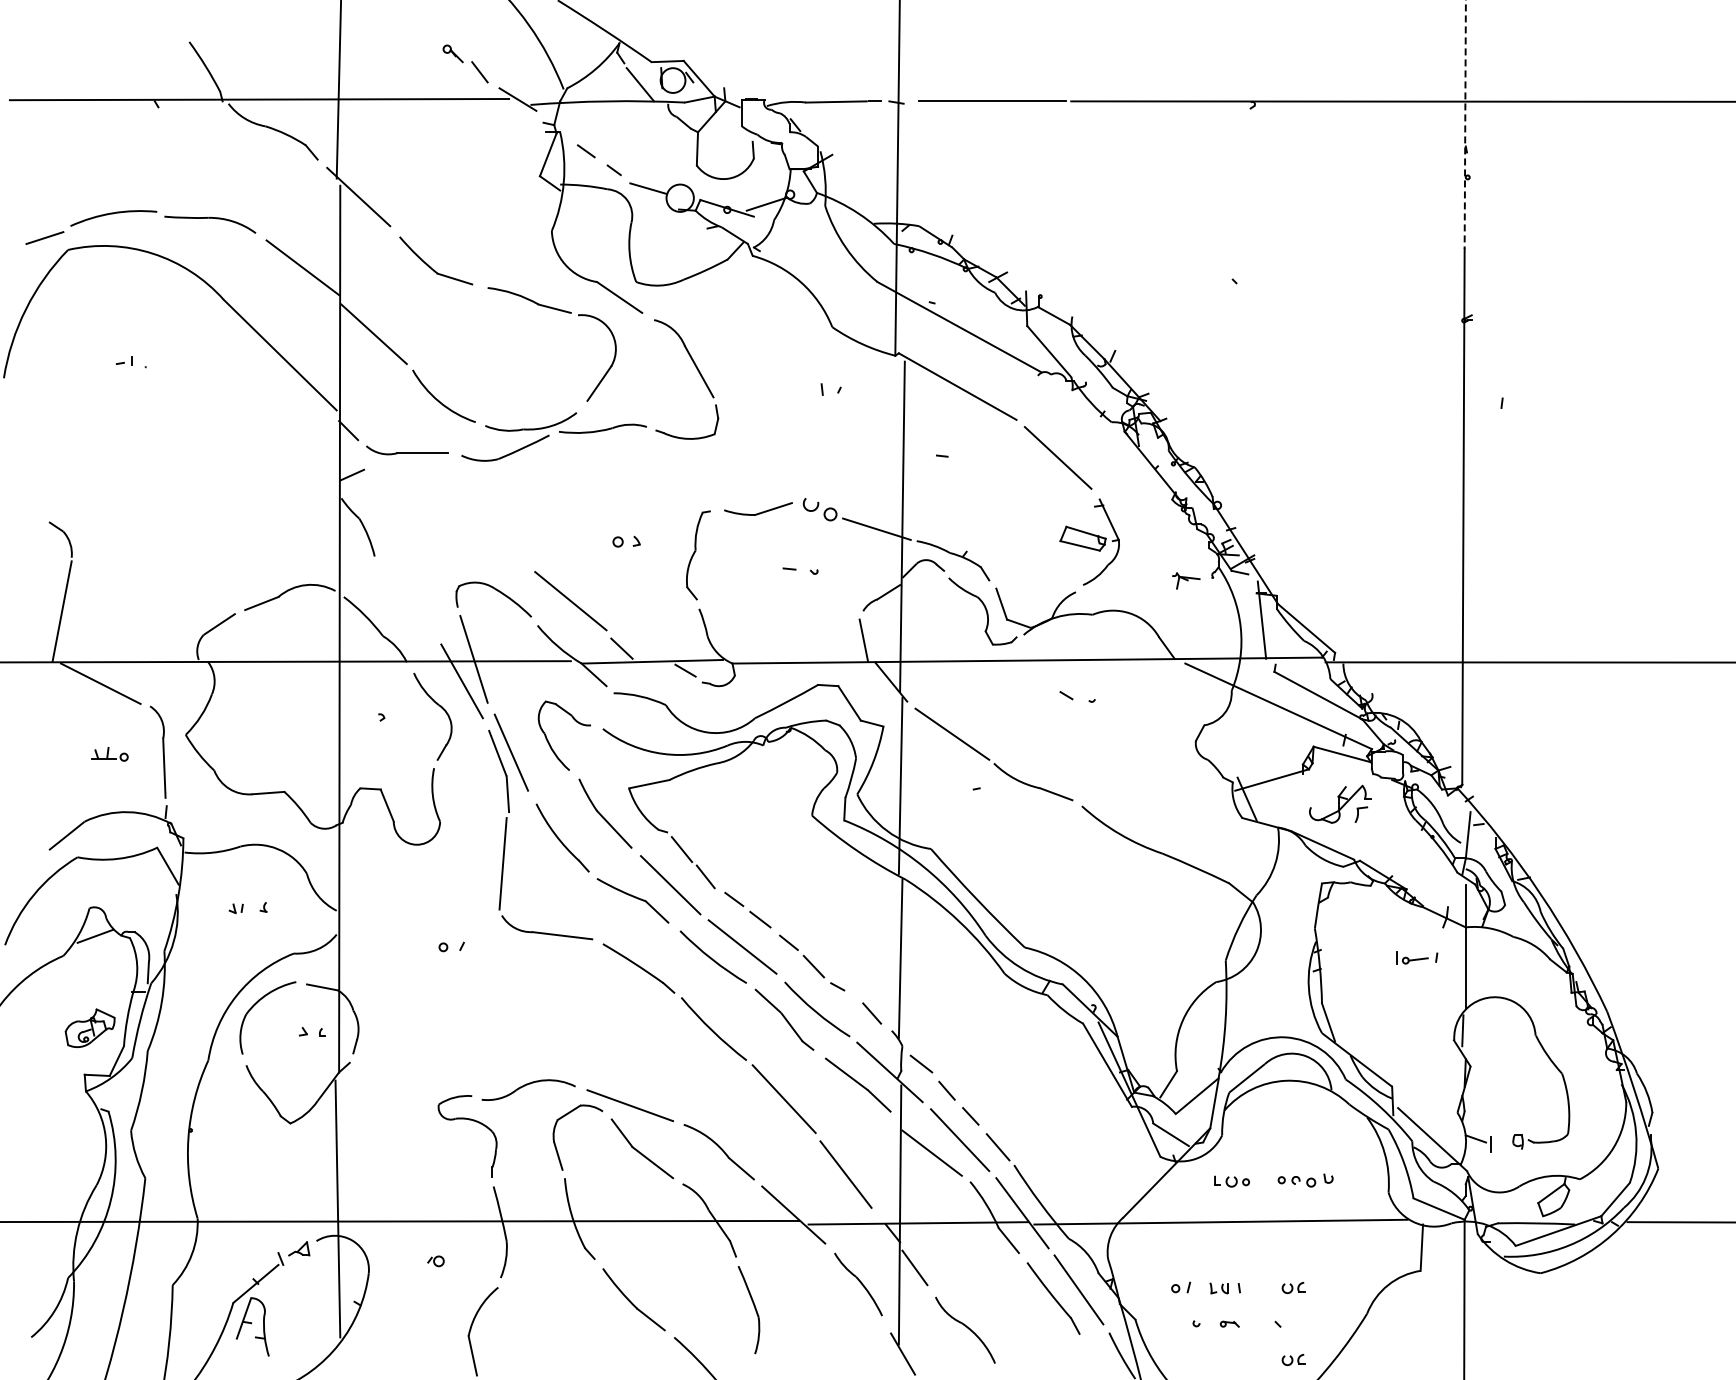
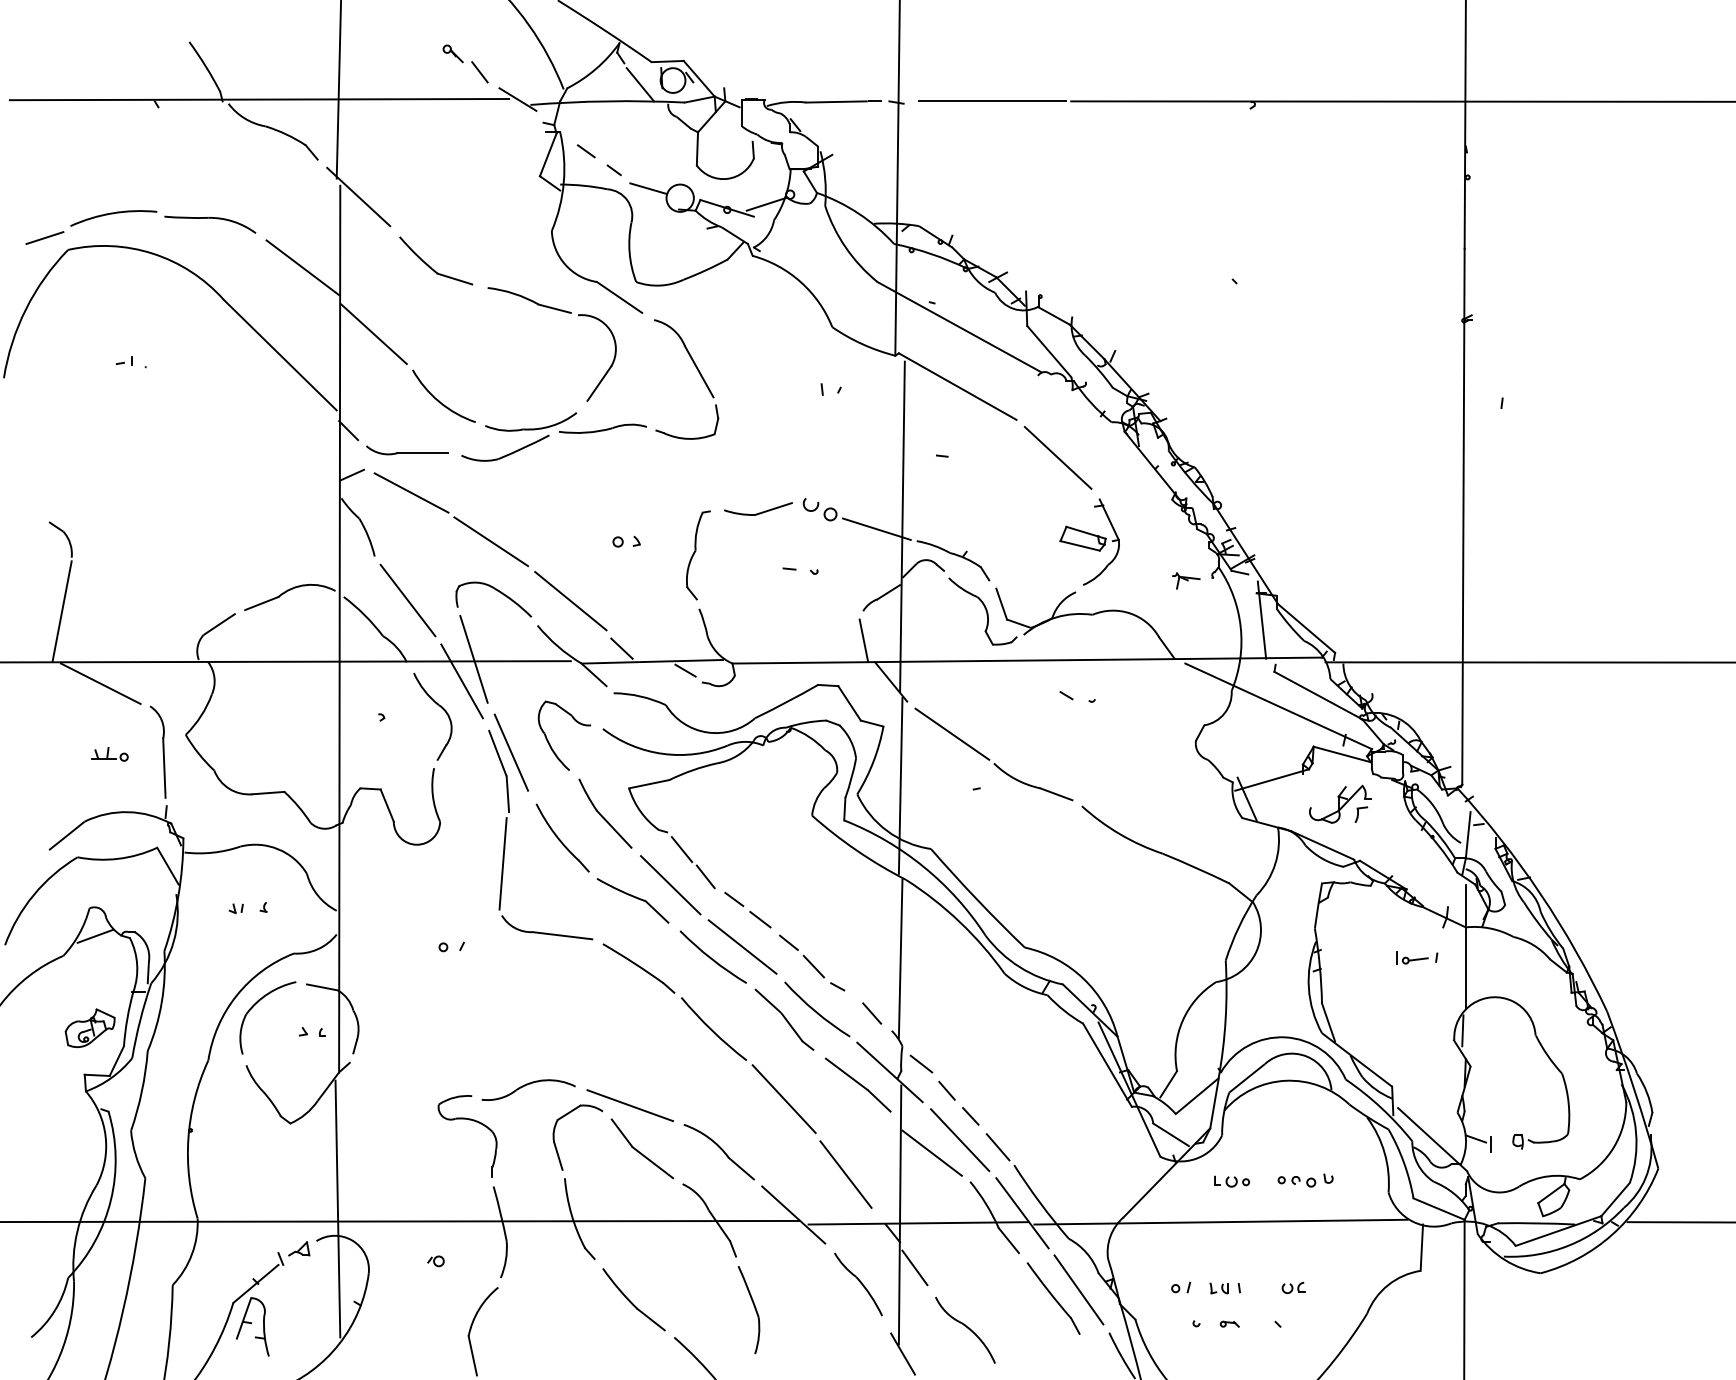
line at (1465, 124): dashed -> solid
line at (411, 492): none -> present
line at (491, 541): none -> present
line at (407, 600): none -> present
part at (1293, 1359): present -> none
